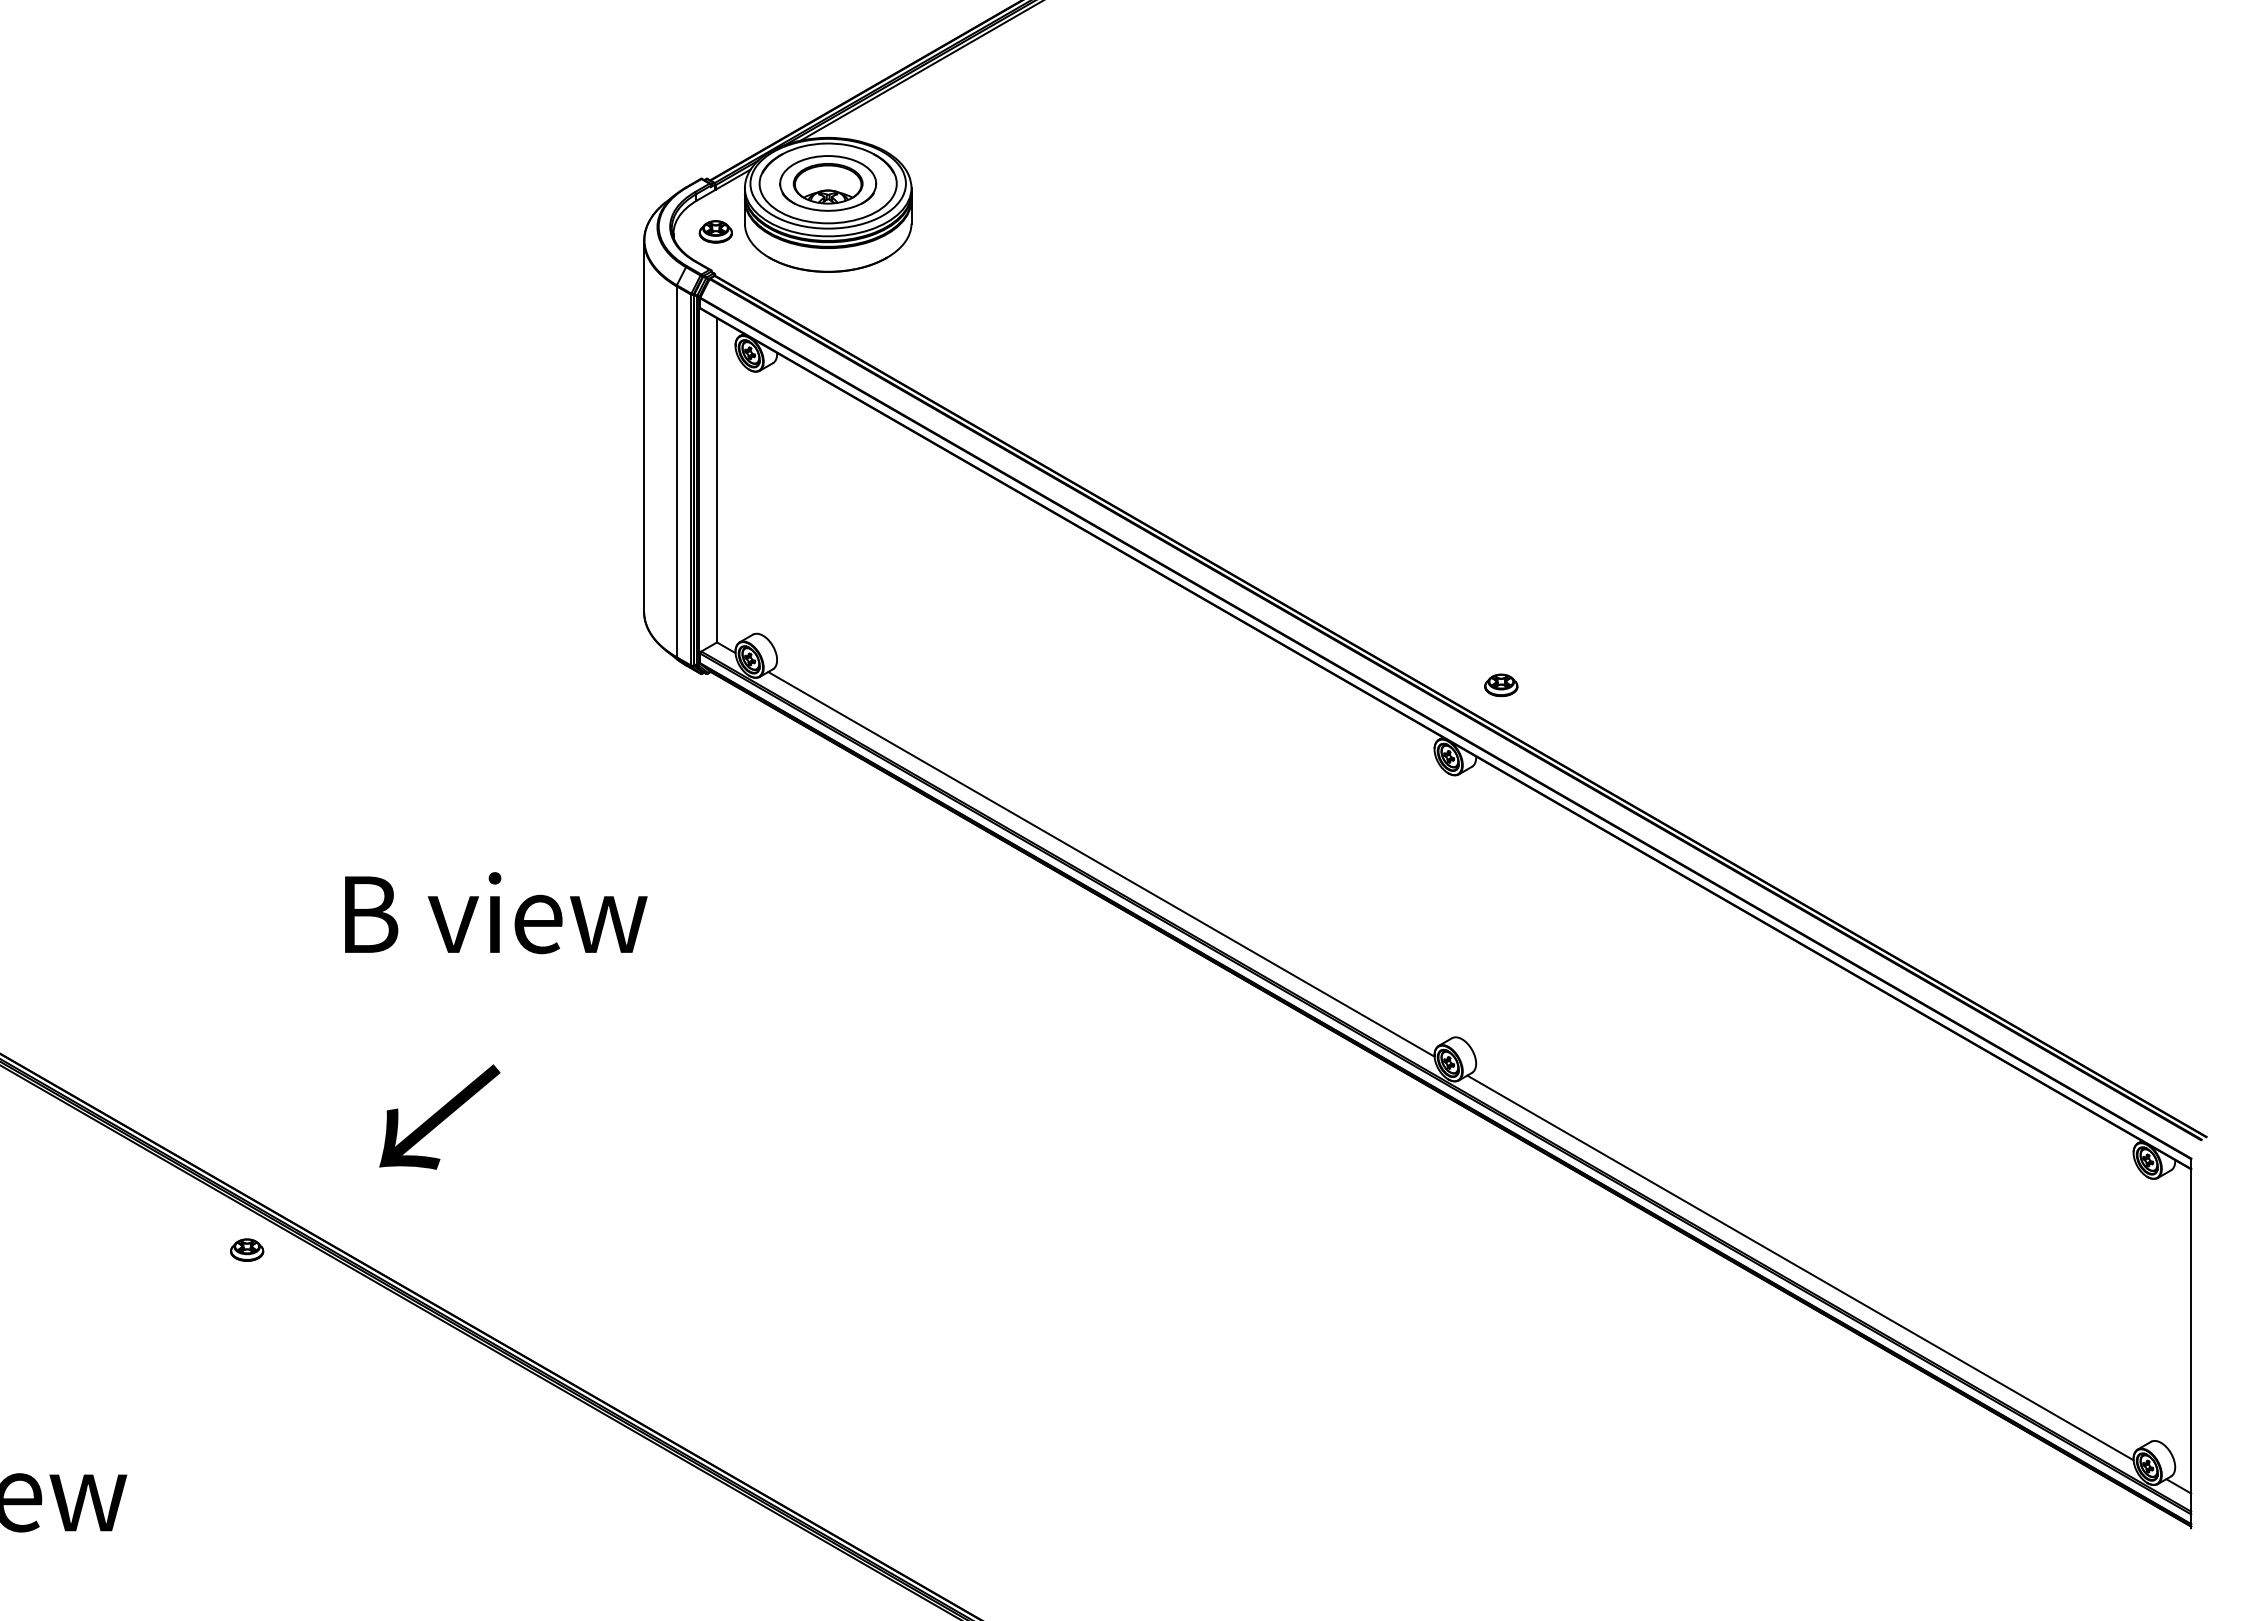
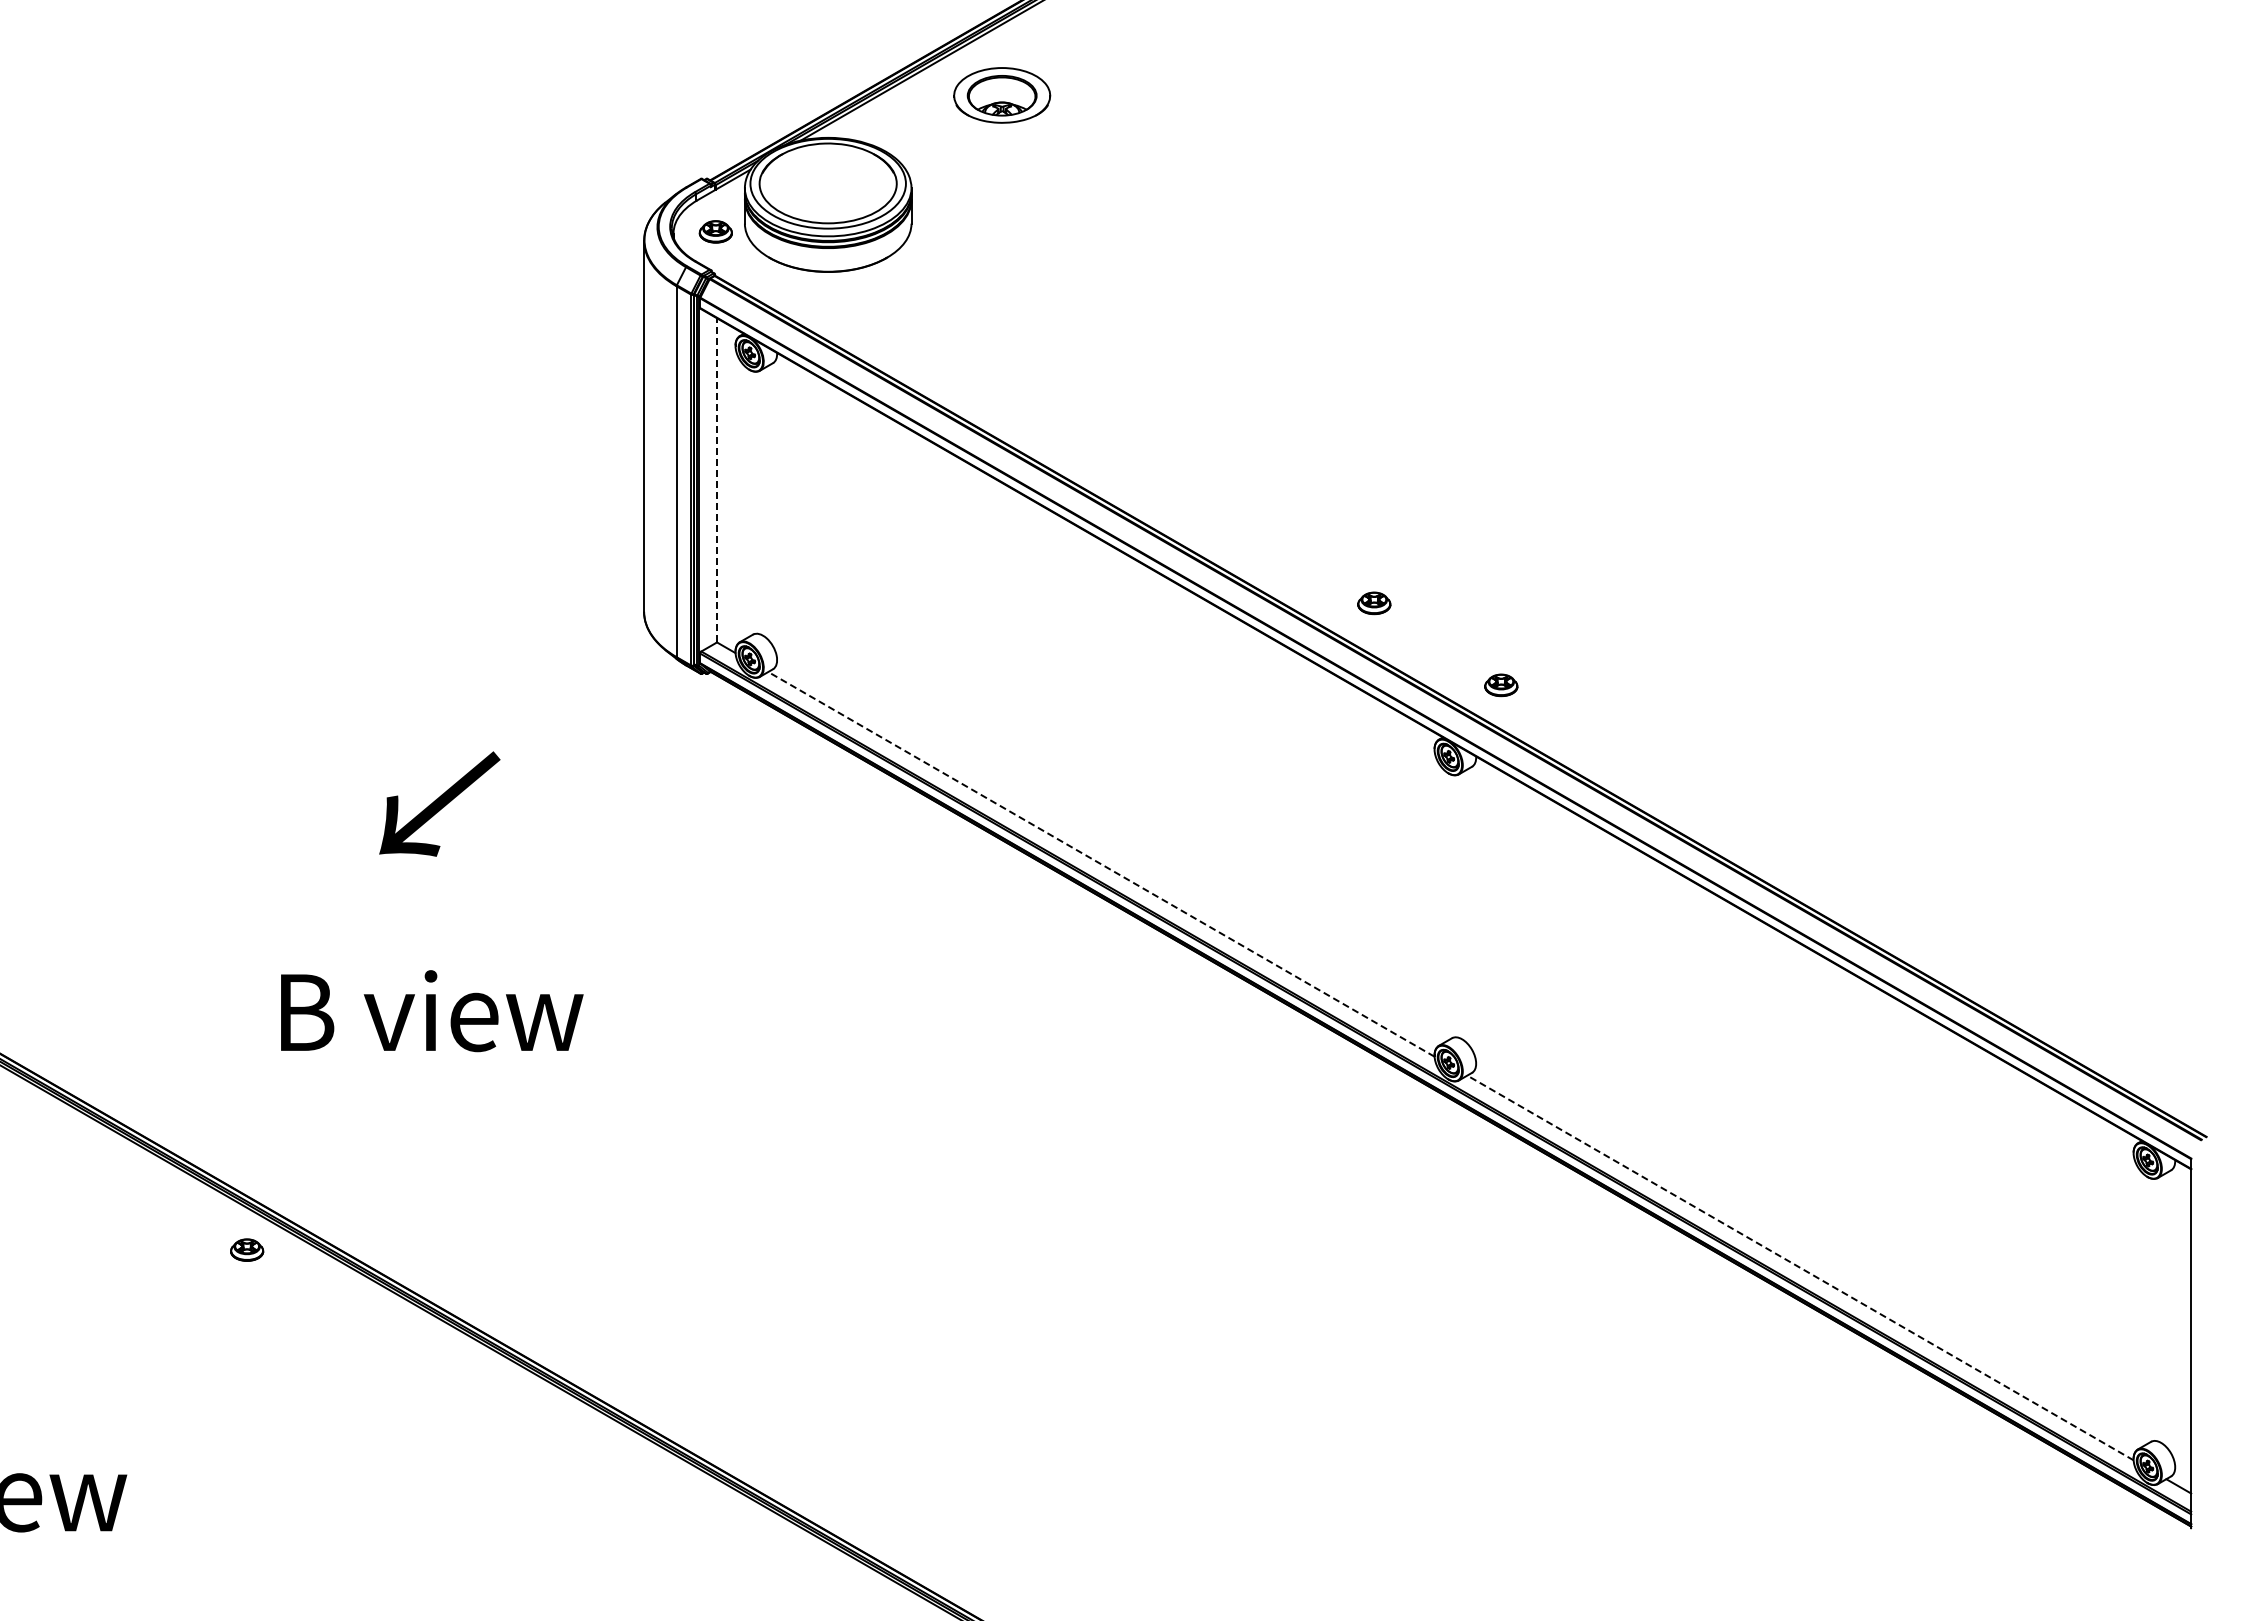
part at (828, 183) position: (828, 183) -> (1002, 95)
line at (716, 479): solid -> dashed
part at (1374, 603): none -> present
line at (1101, 864): solid -> dashed
text at (496, 913) position: (496, 913) -> (432, 1011)
text at (439, 1116) position: (439, 1116) -> (439, 803)
line at (1800, 1267): solid -> dashed
